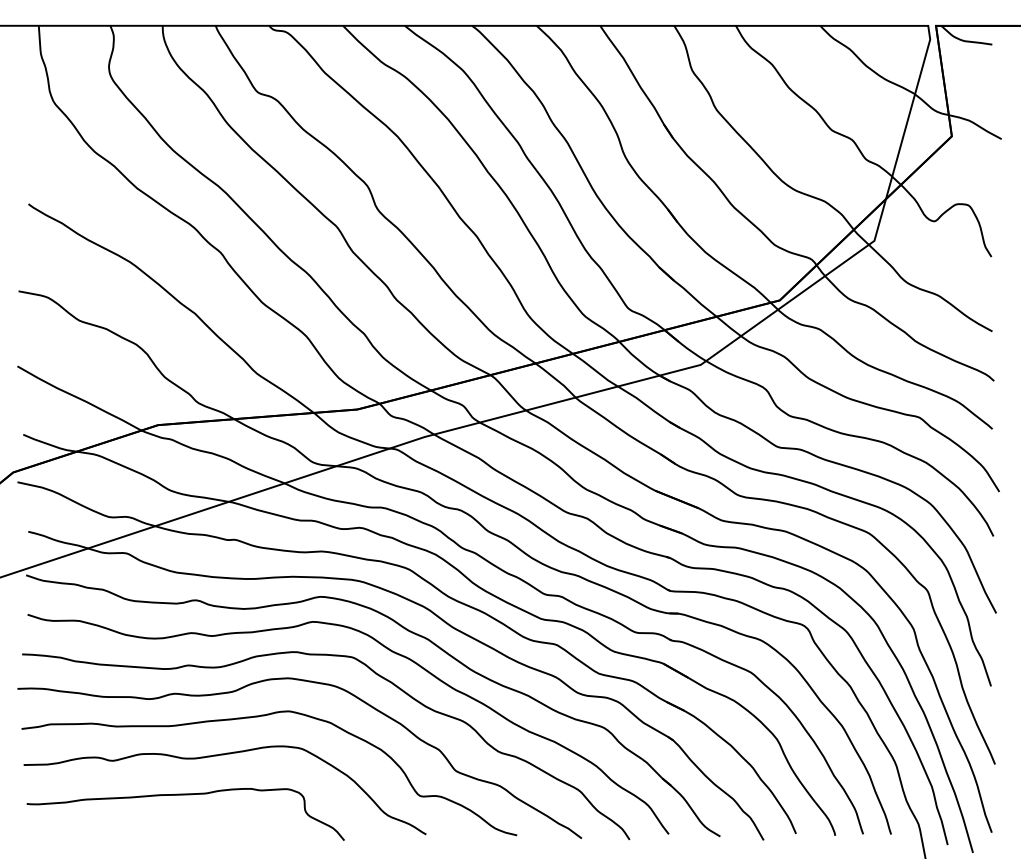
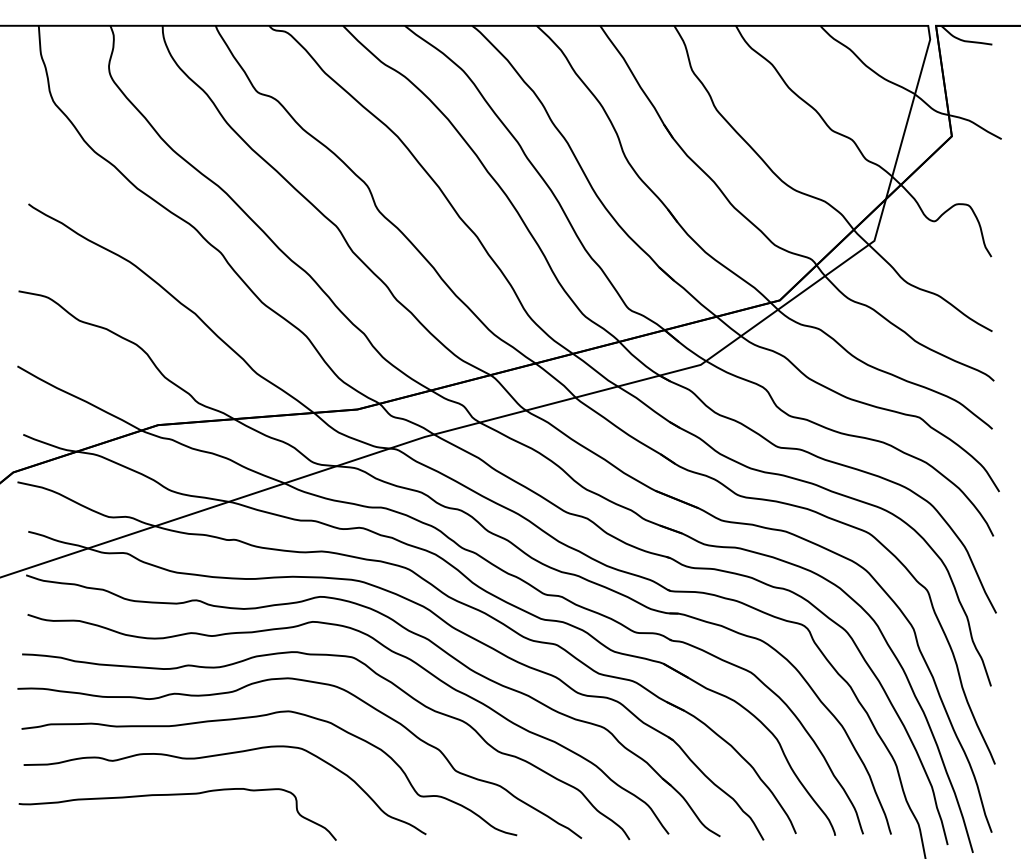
curve at (185, 795) position: (185, 795) -> (177, 795)
